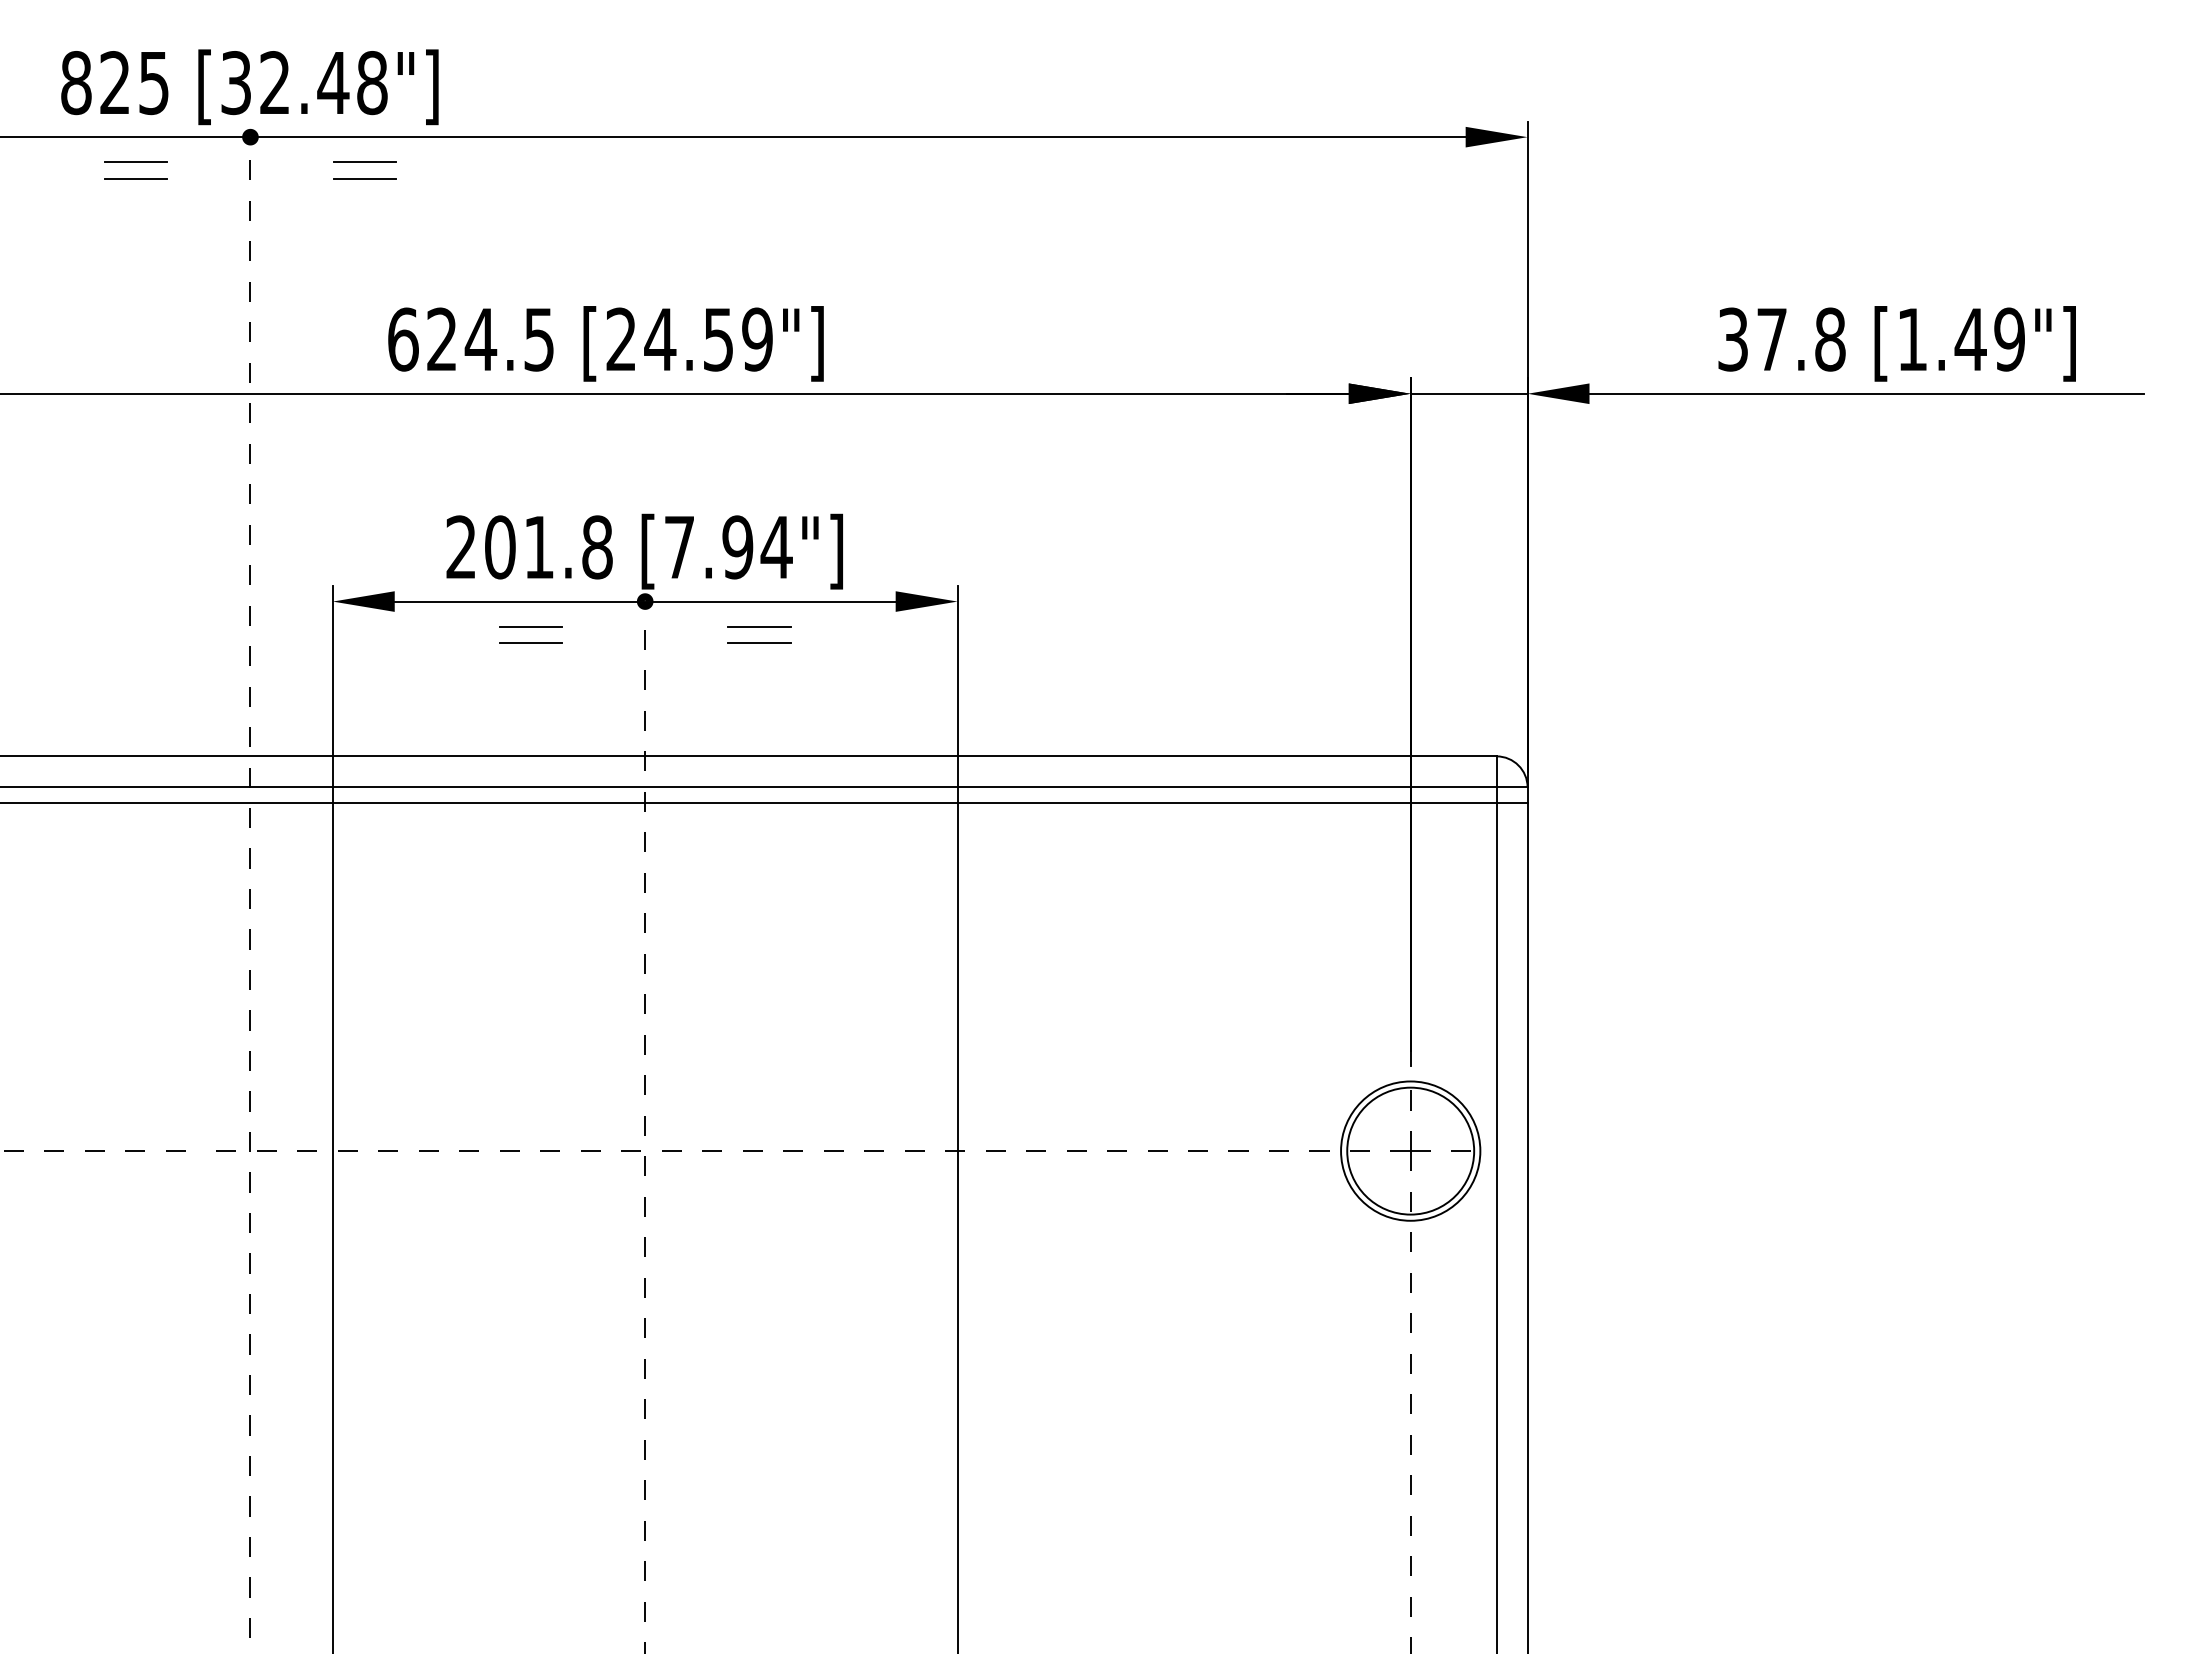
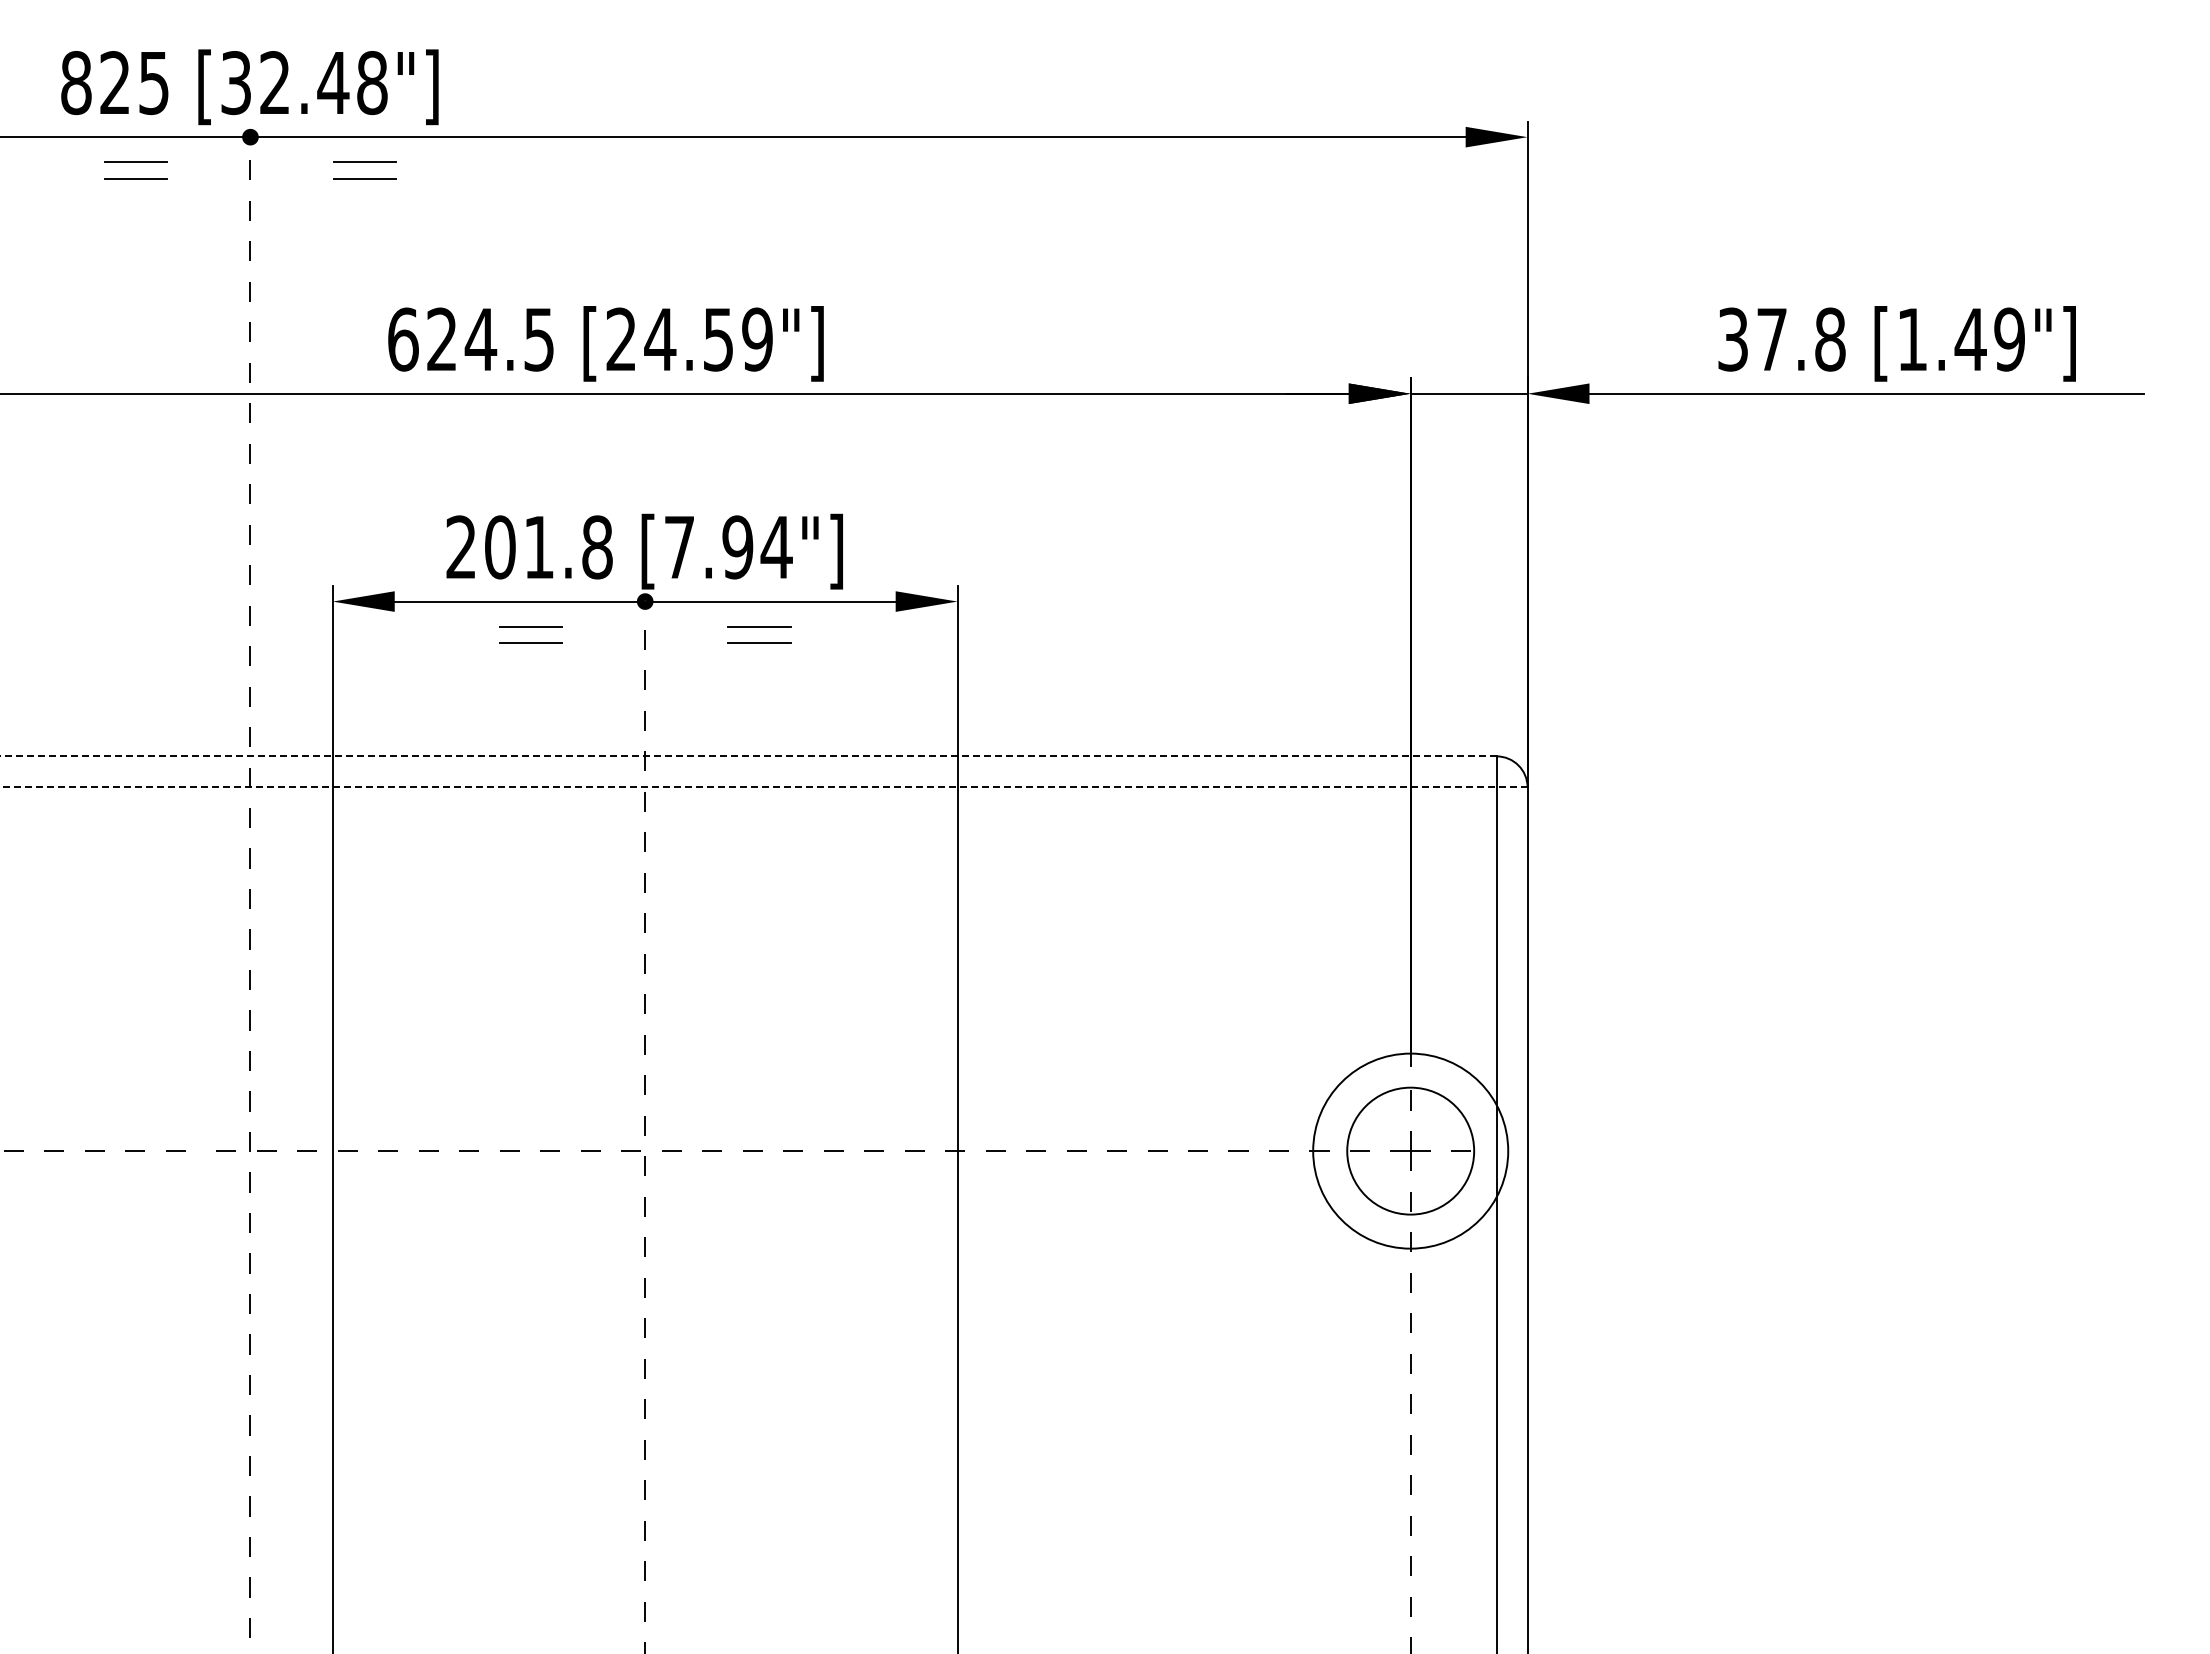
line at (747, 756): solid -> dashed
line at (763, 787): solid -> dashed
line at (764, 802): present -> none
circle at (1410, 1150) diameter: 139 px -> 195 px
